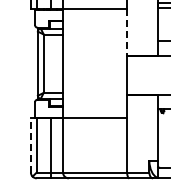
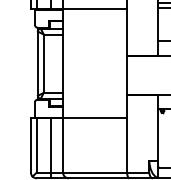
line at (127, 32): dashed -> solid
line at (30, 144): dashed -> solid
